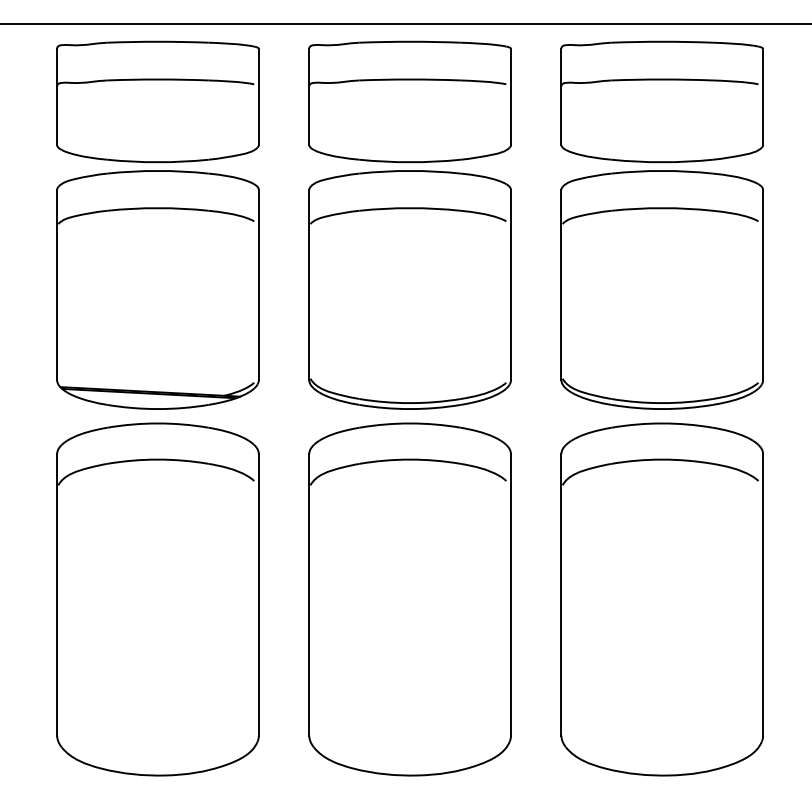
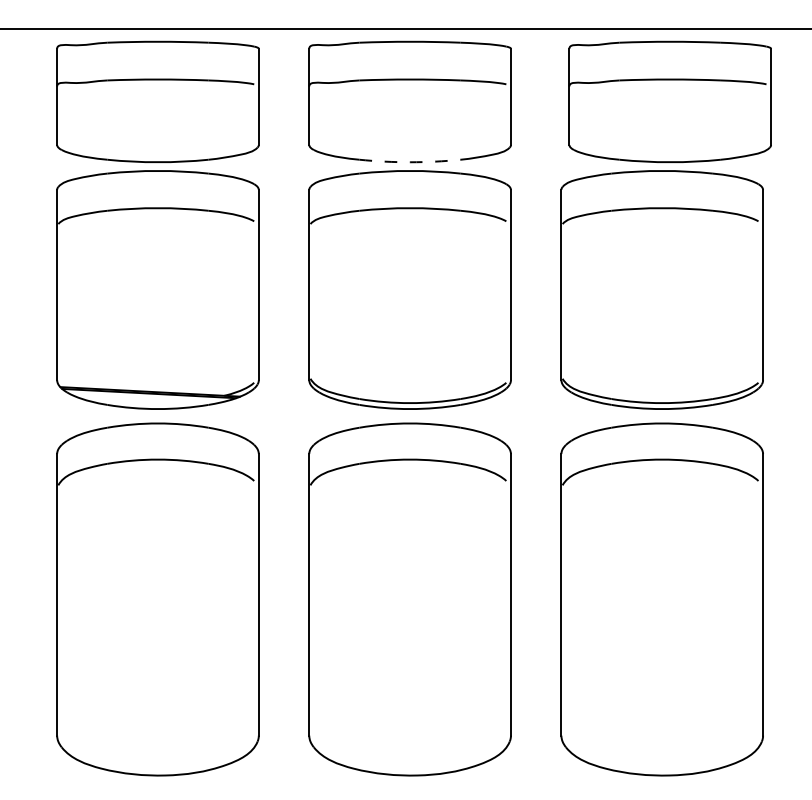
line at (405, 23) position: (405, 23) -> (405, 28)
part at (661, 101) position: (661, 101) -> (669, 101)
arc at (410, 162): solid -> dashed
